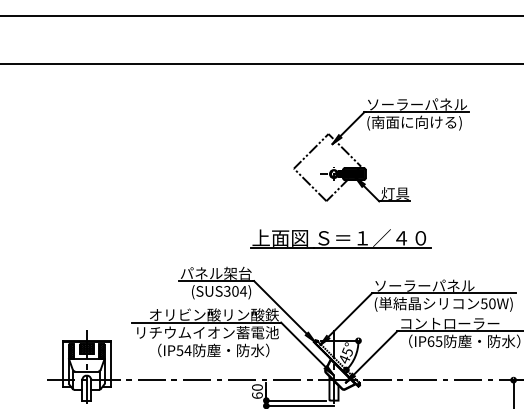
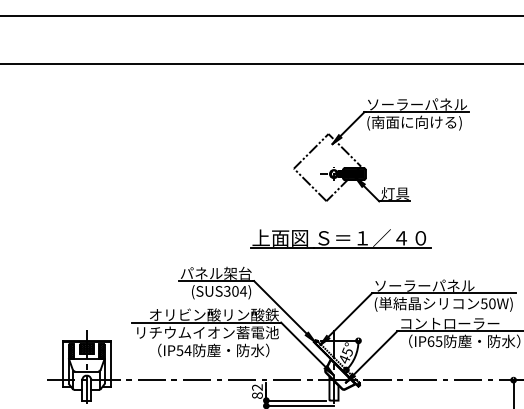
text at (257, 391): 60 -> 82
